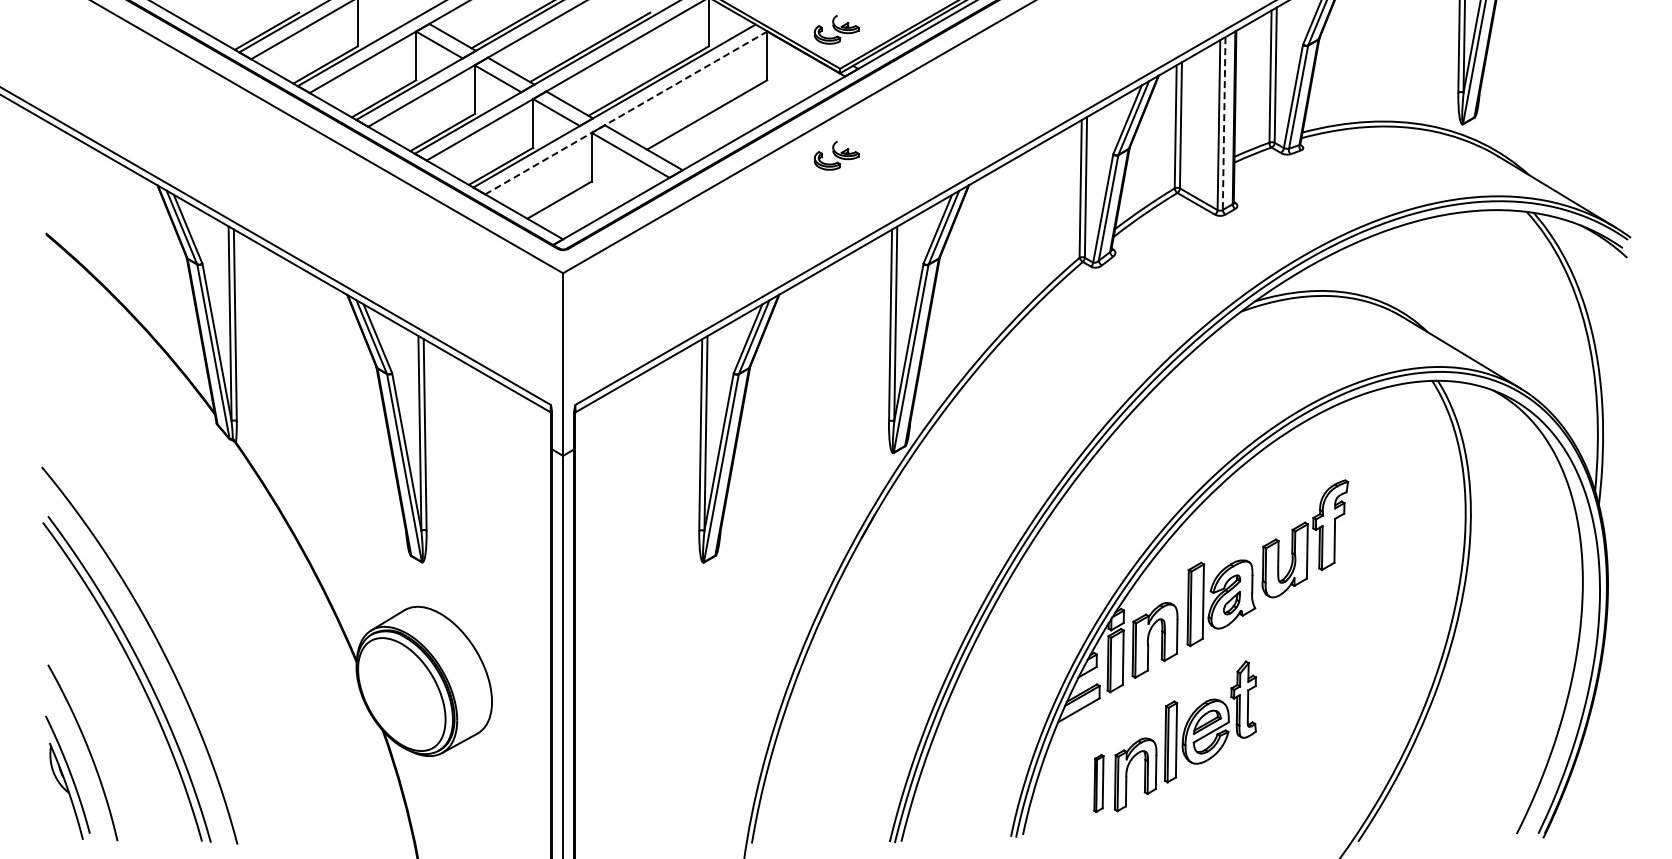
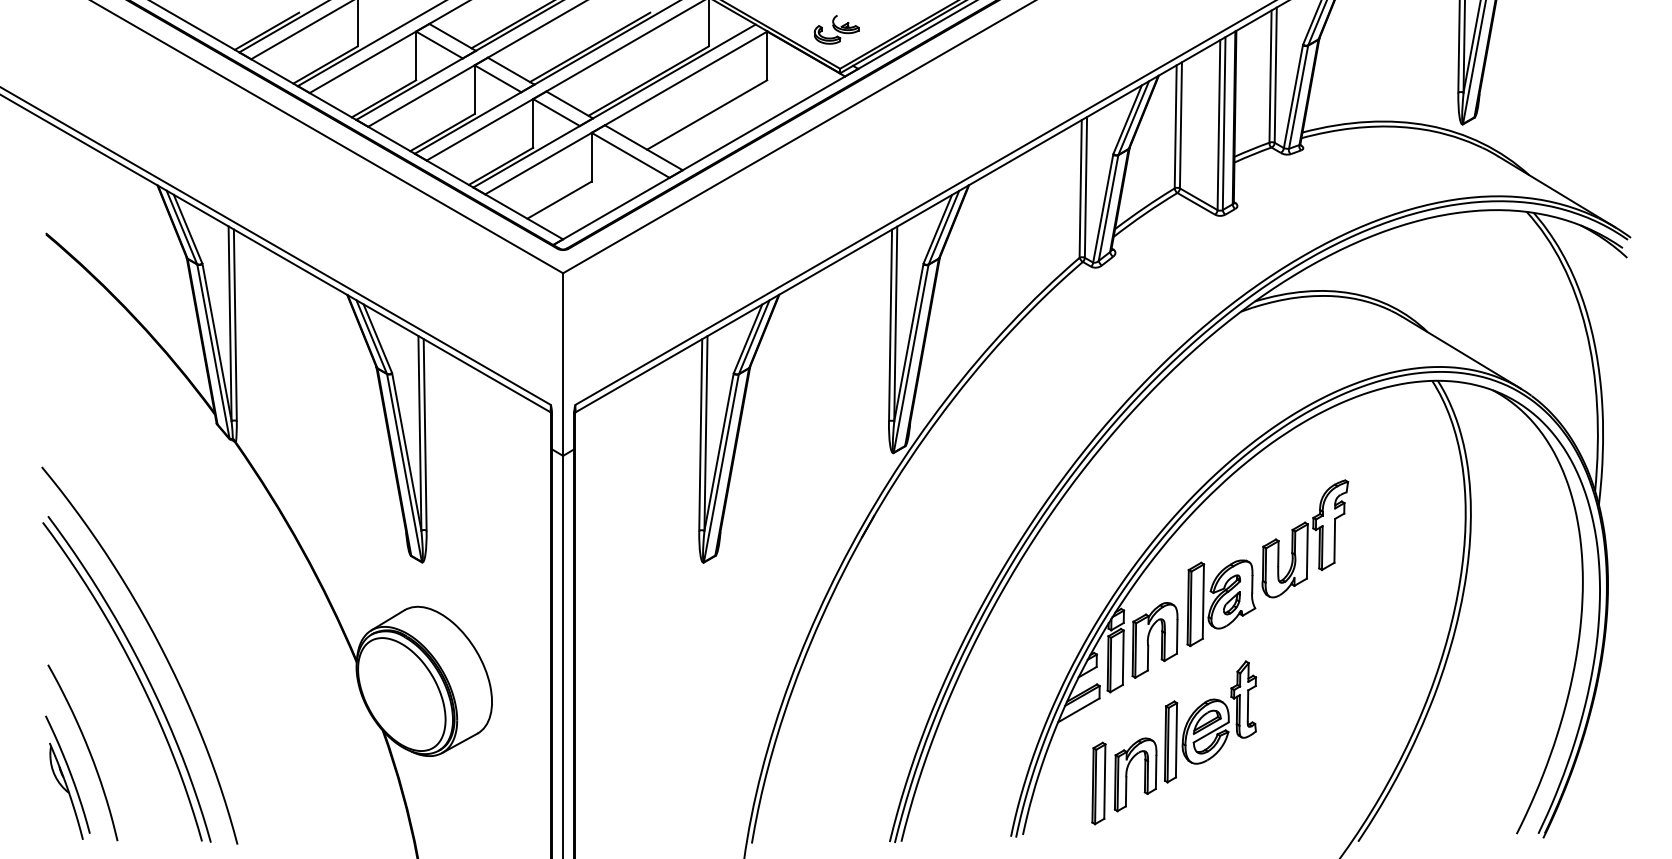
line at (626, 112): dashed -> solid
line at (1224, 124): dashed -> solid
part at (836, 155): present -> none
part at (1098, 782) size: 12x60 px -> 16x85 px
